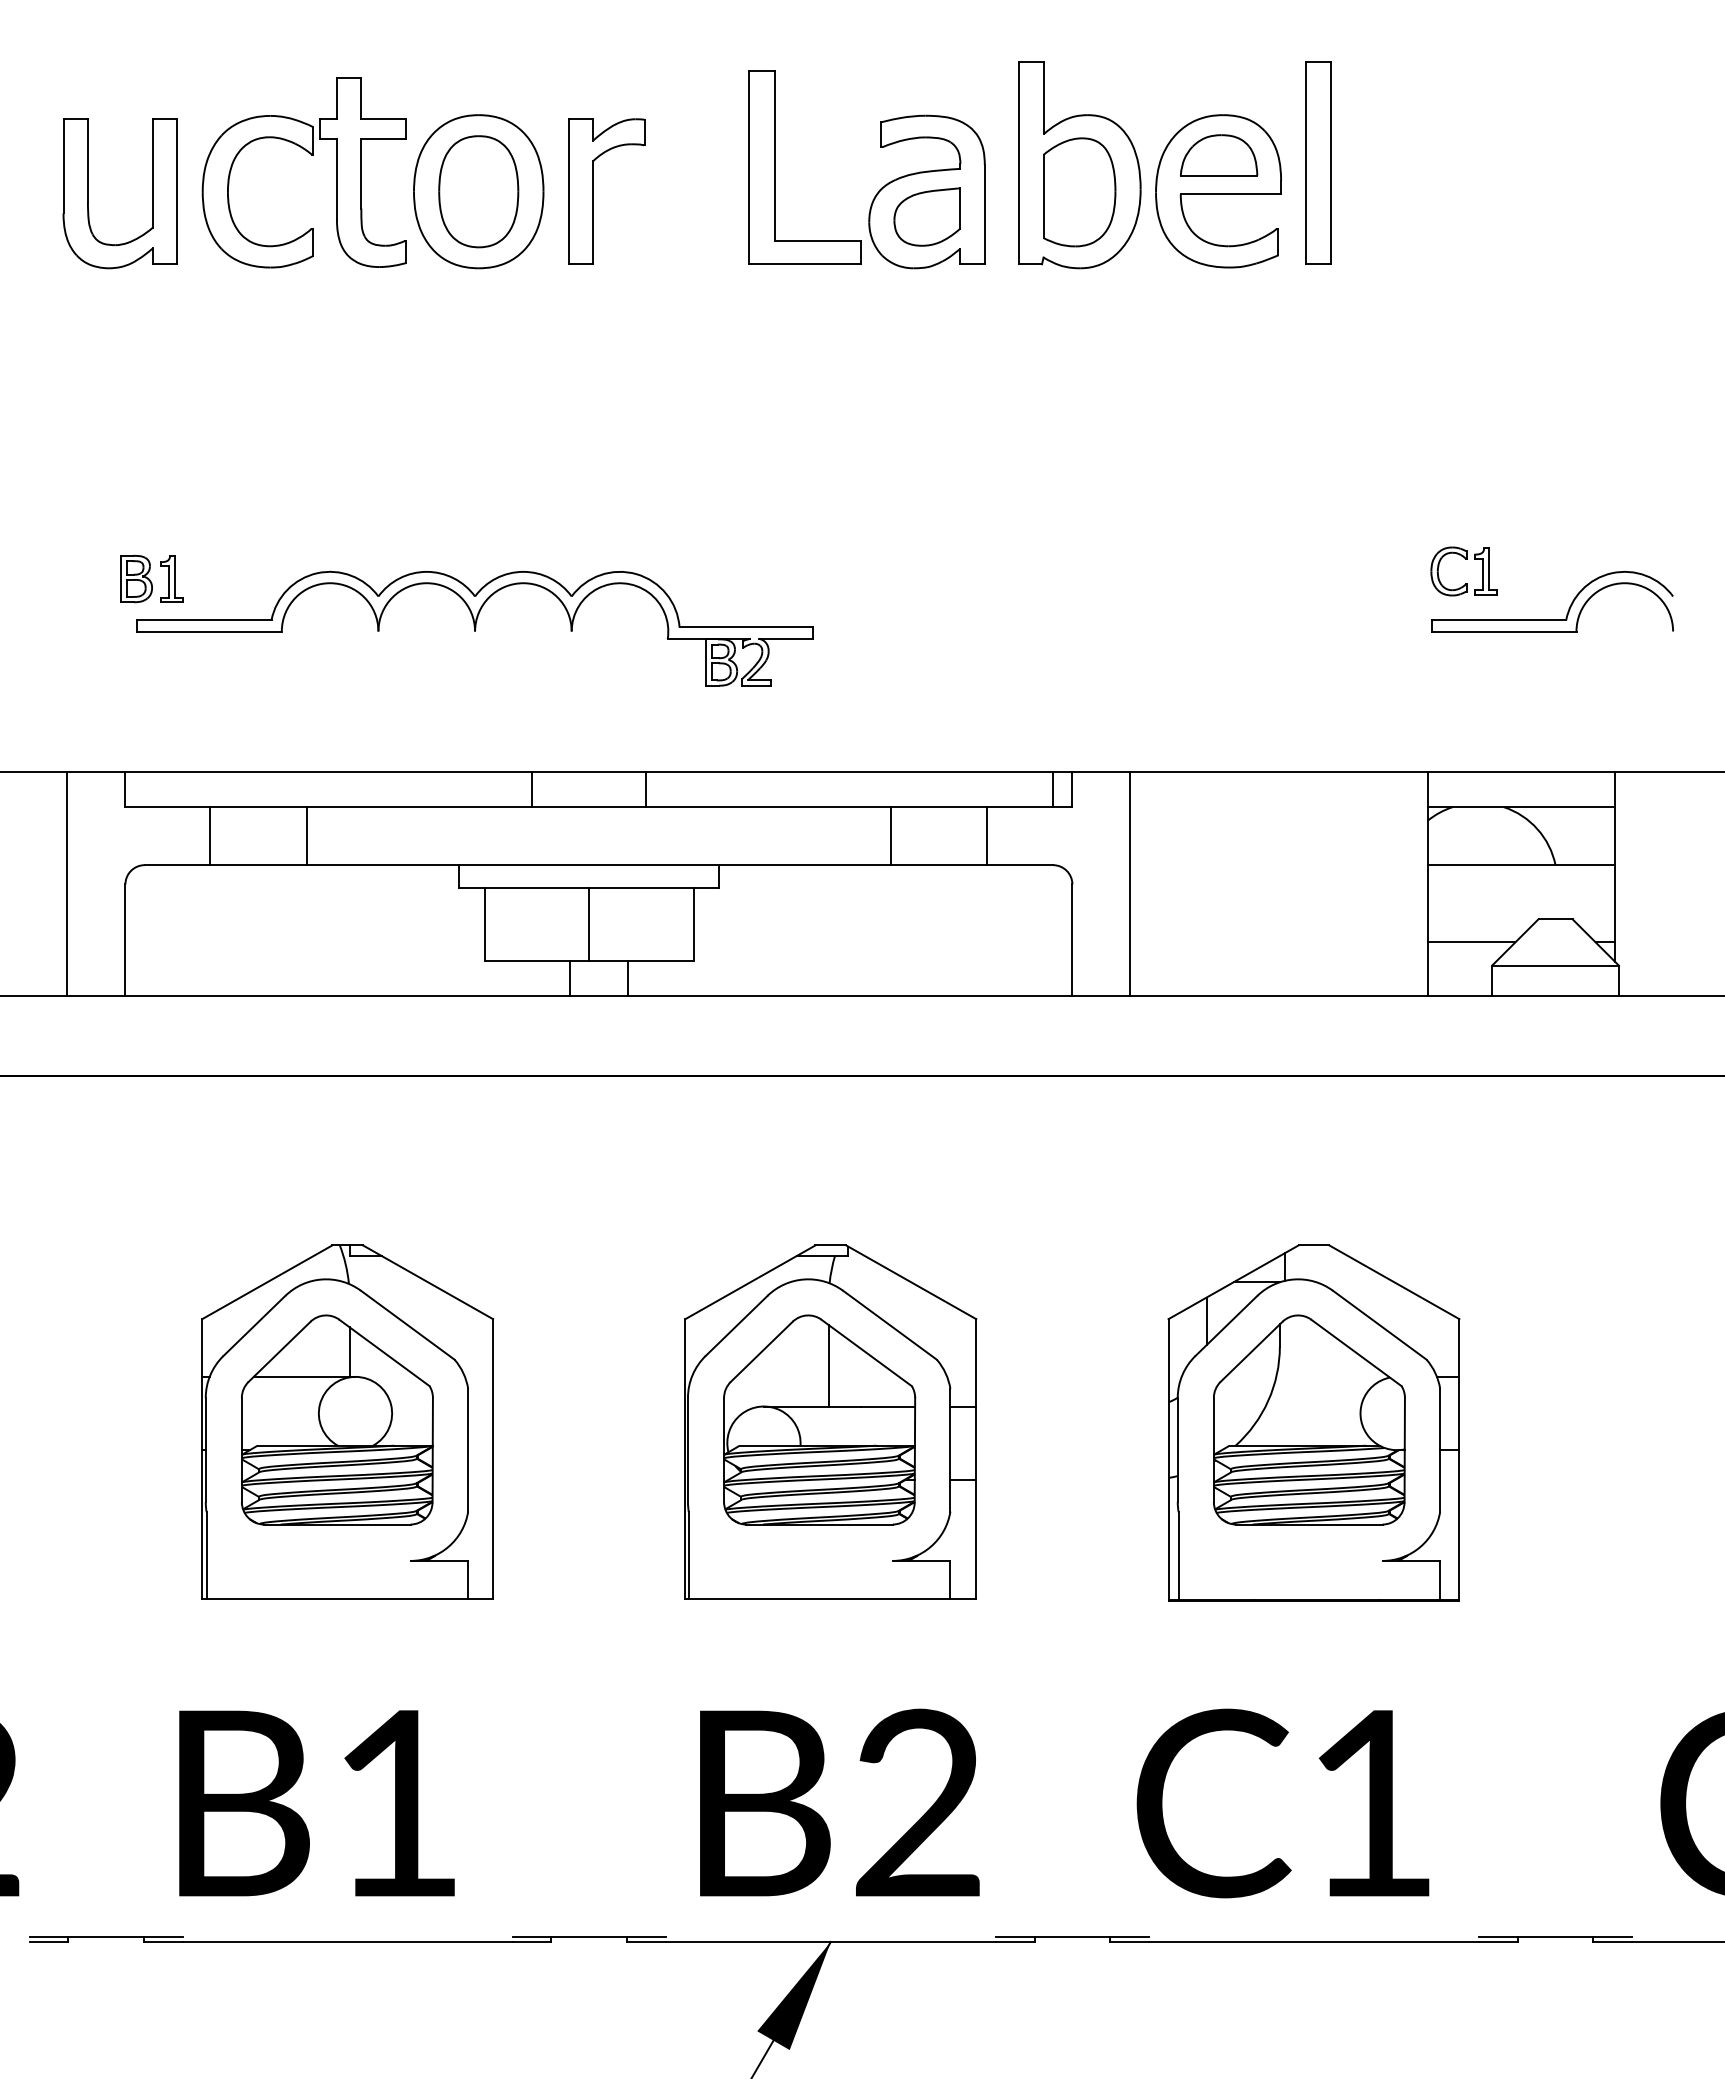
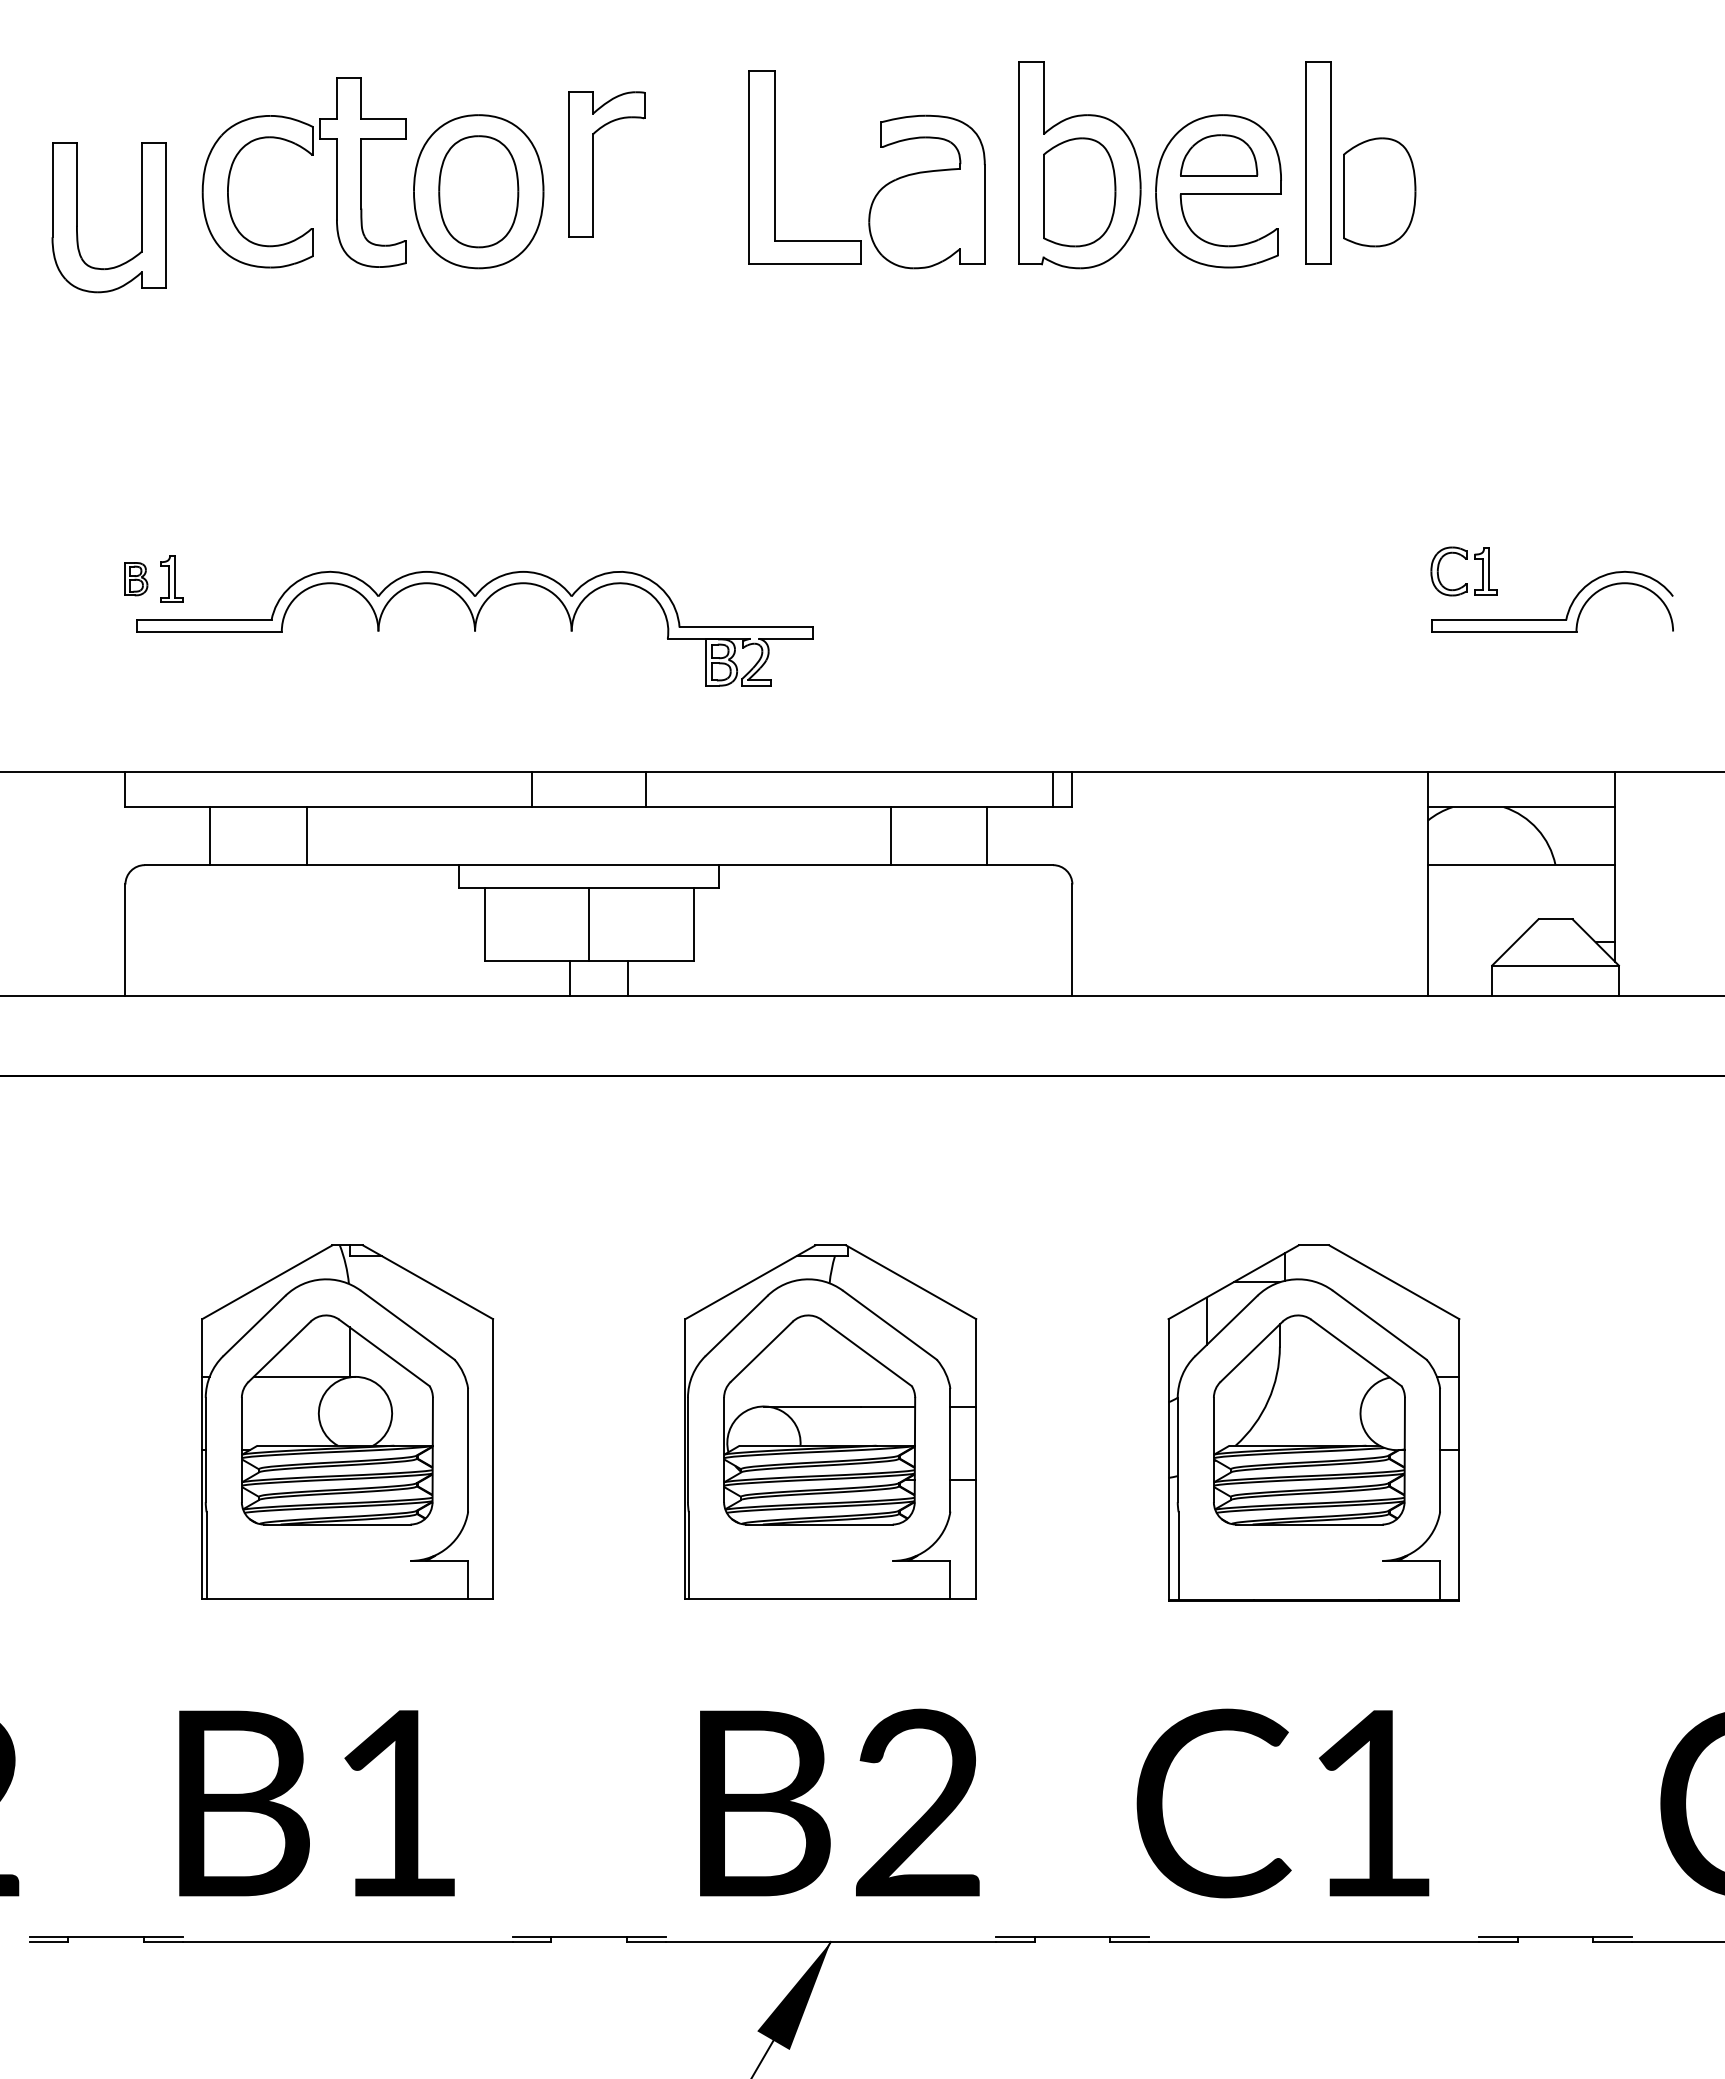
part at (593, 191) position: (593, 191) -> (593, 164)
part at (1379, 192): none -> present
part at (88, 193) position: (88, 193) -> (77, 217)
part at (926, 216): present -> none
part at (136, 579) size: 33x49 px -> 25x35 px
line at (67, 883): present -> none
line at (1130, 883): present -> none
line at (1471, 942): present -> none
line at (828, 1365): present -> none
